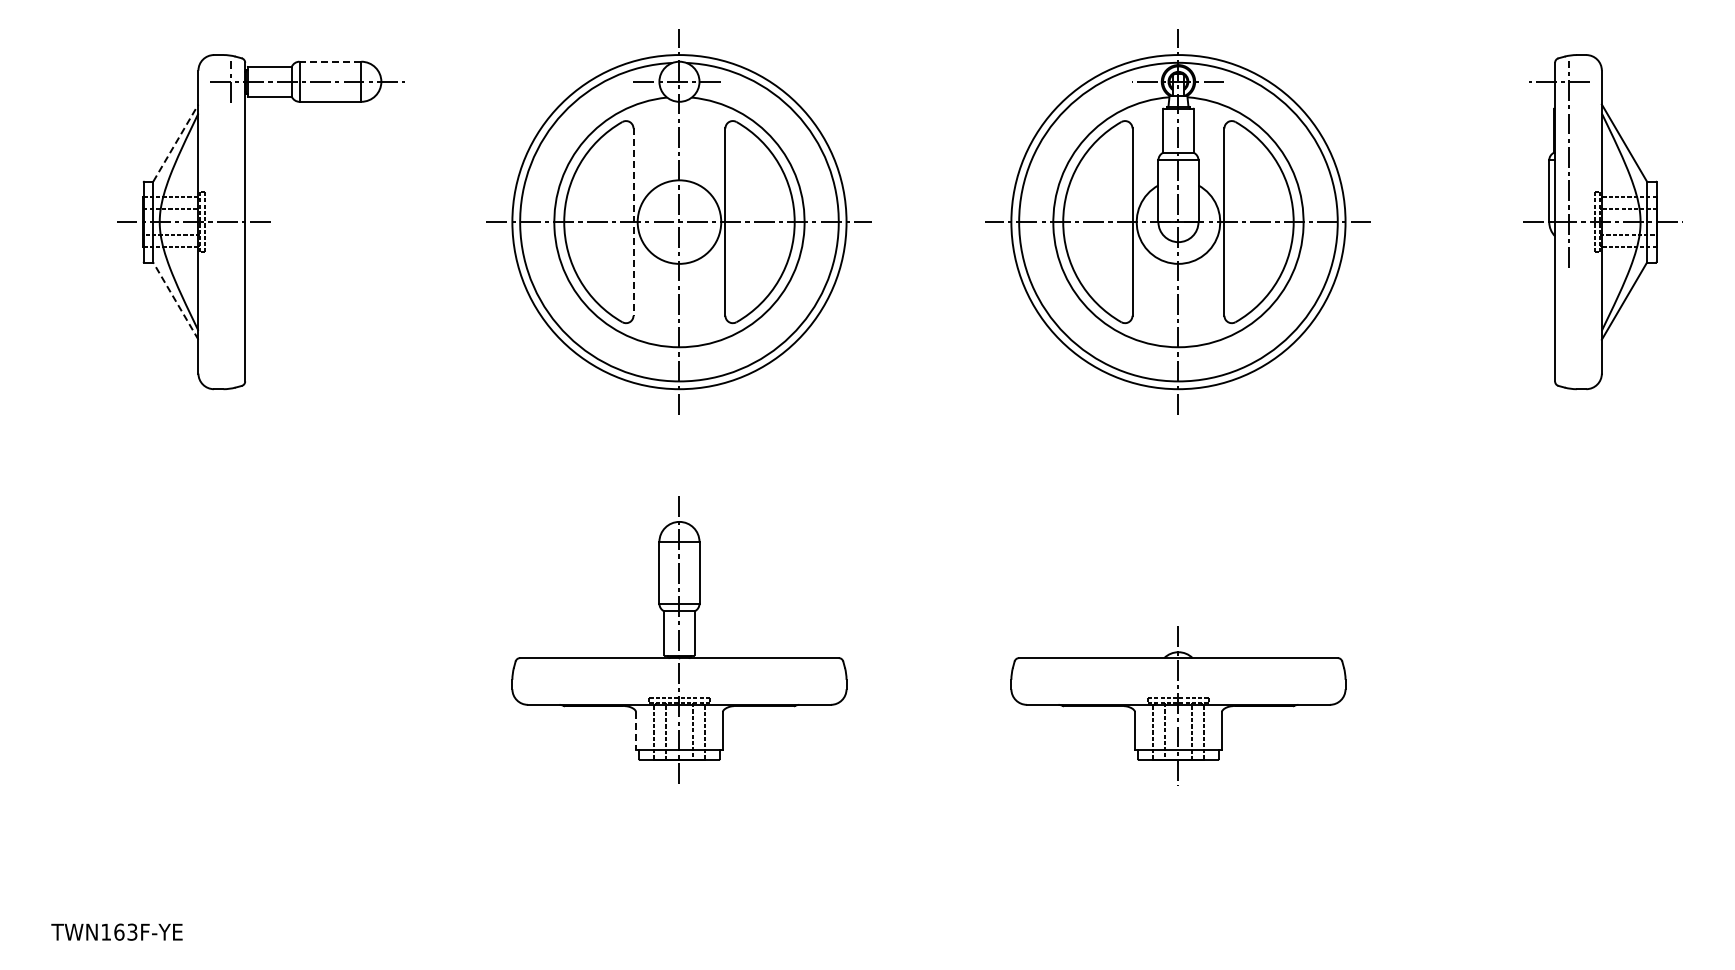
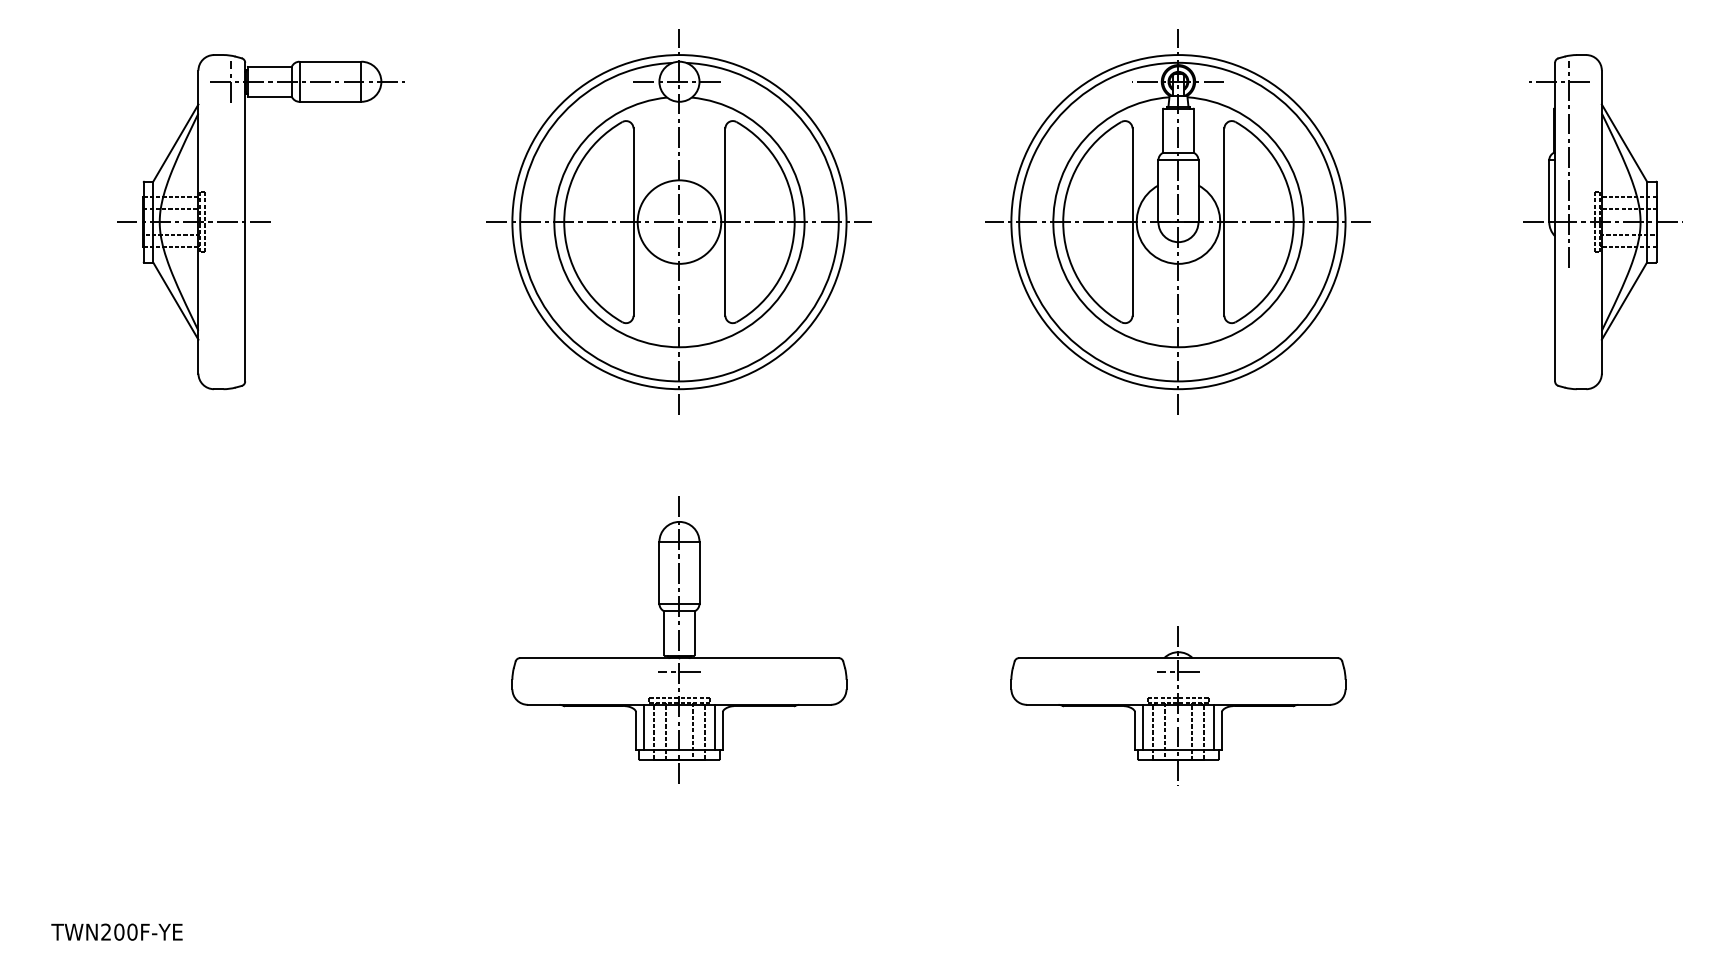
line at (330, 61): dashed -> solid
line at (175, 143): dashed -> solid
line at (633, 222): dashed -> solid
line at (175, 301): dashed -> solid
line at (679, 672): none -> present
line at (1178, 672): none -> present
line at (644, 726): none -> present
line at (714, 726): none -> present
line at (1143, 726): none -> present
line at (1213, 726): none -> present
line at (636, 731): dashed -> solid
text at (119, 931): TWN163F-YE -> TWN200F-YE
